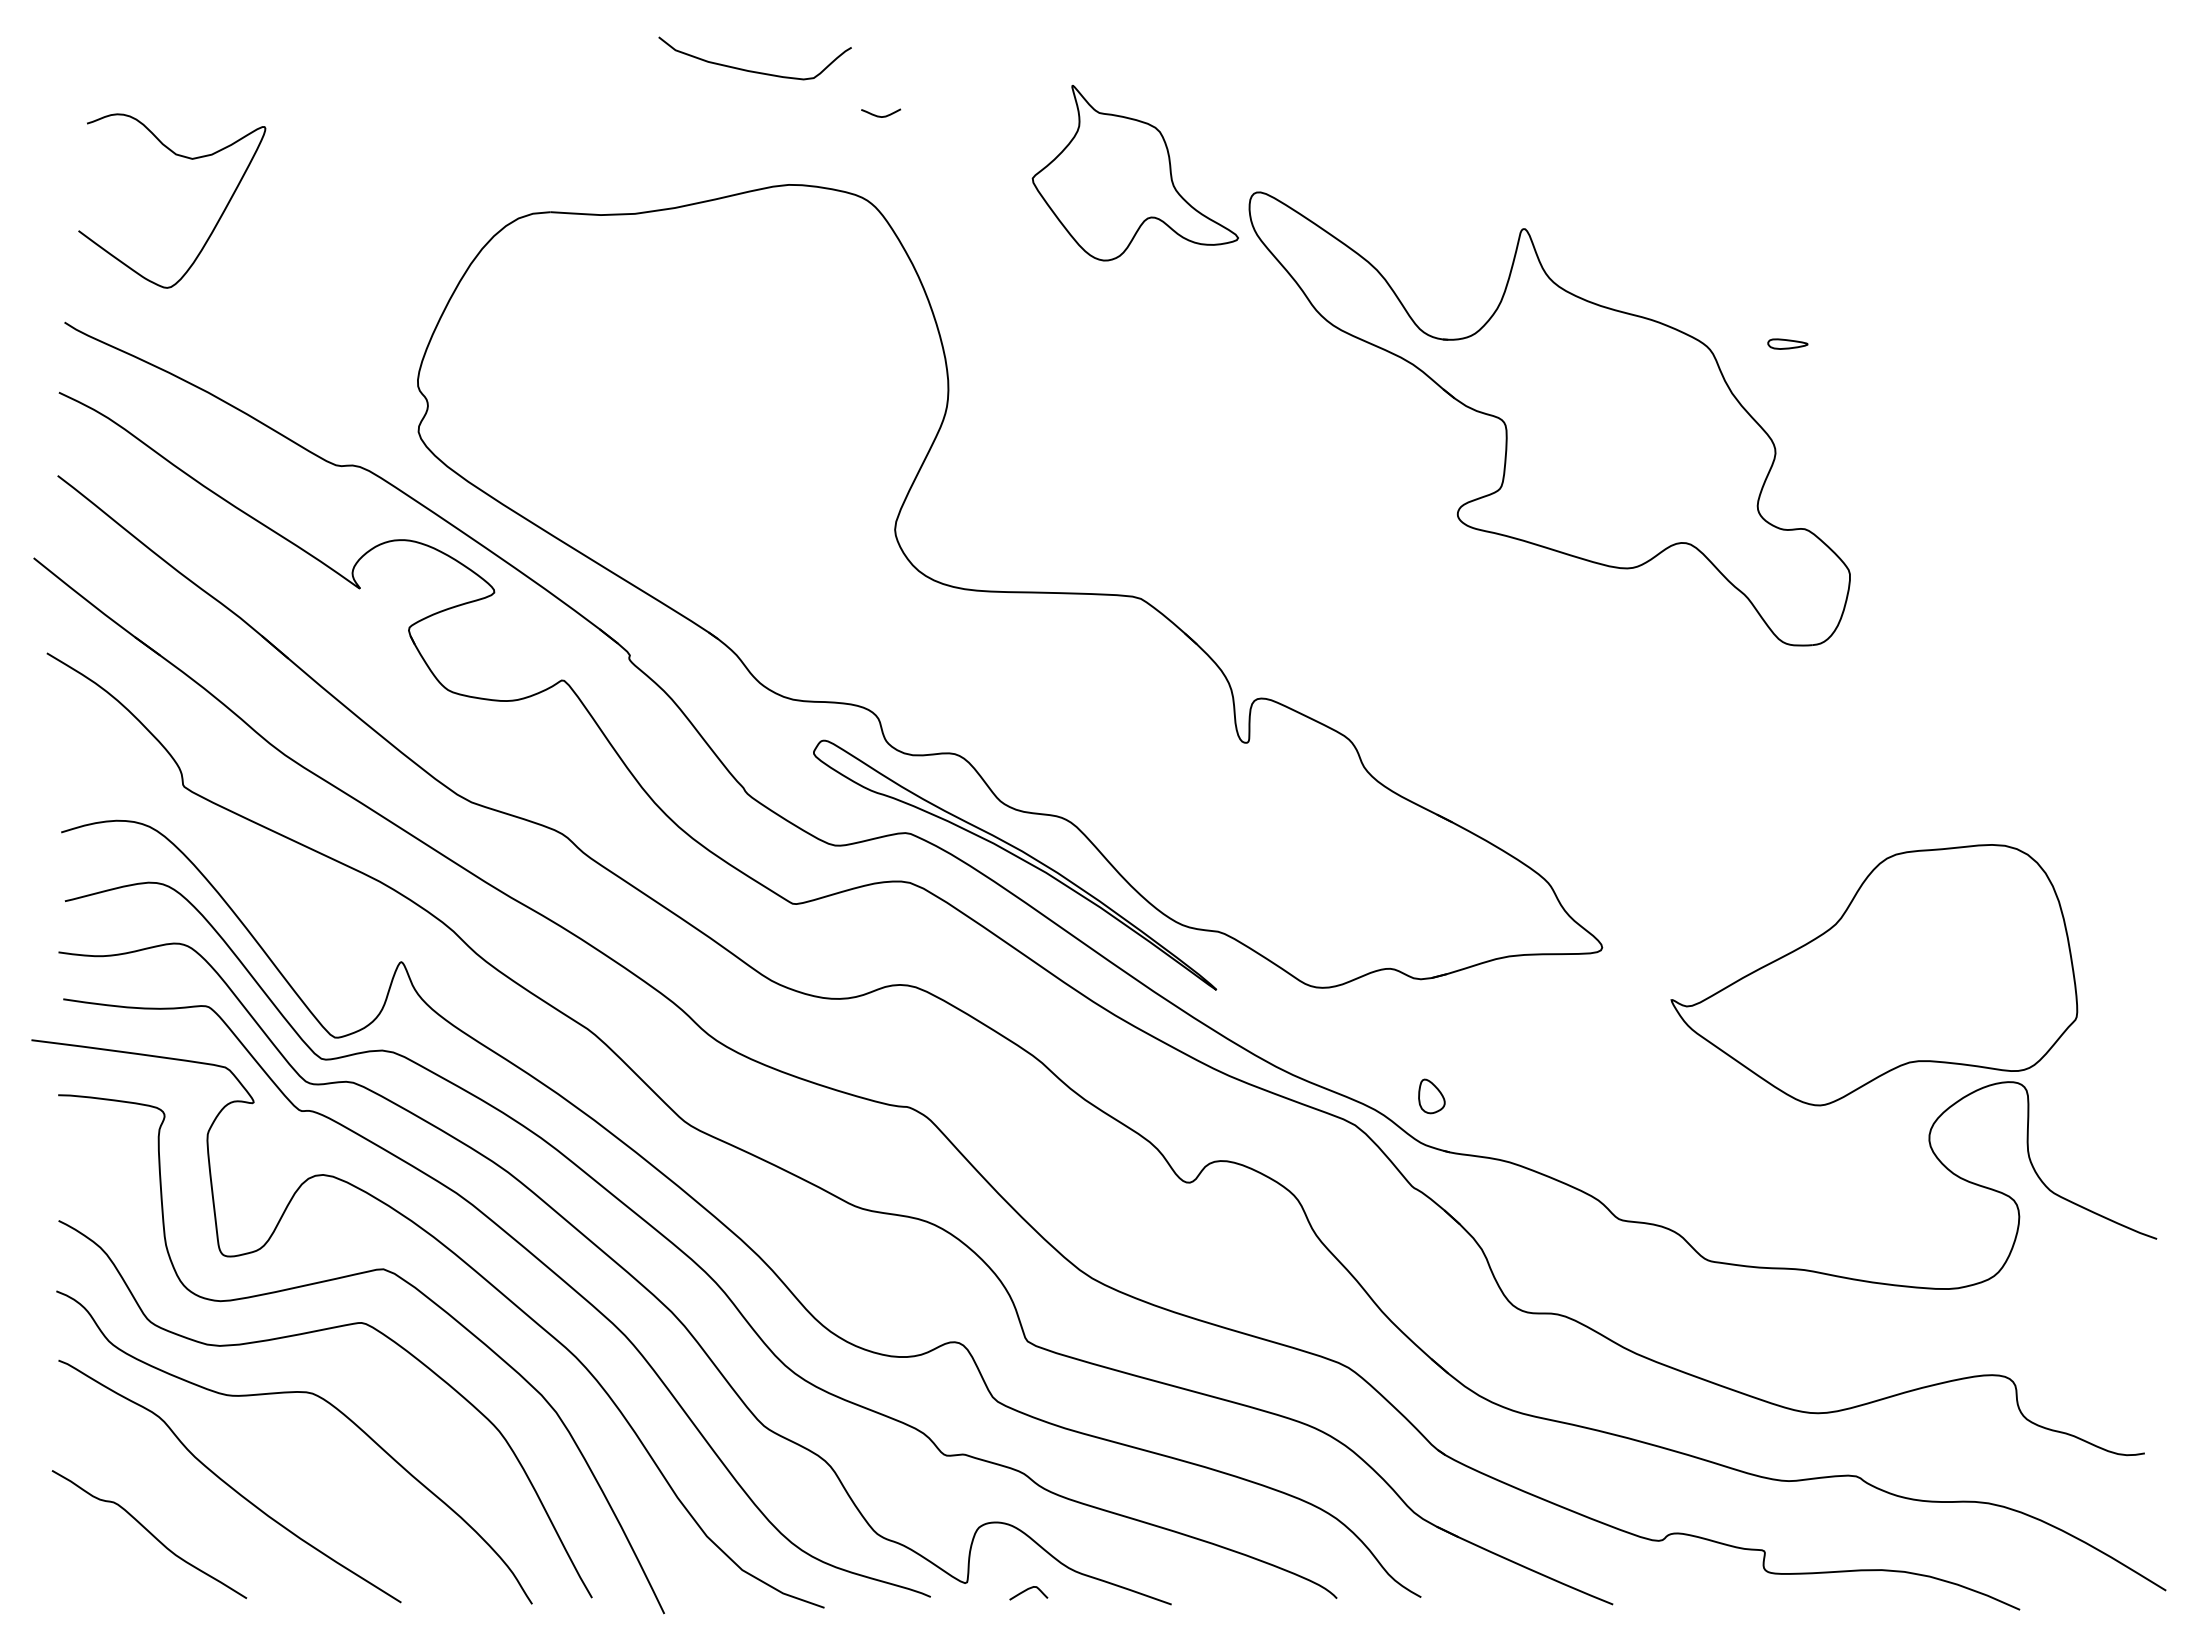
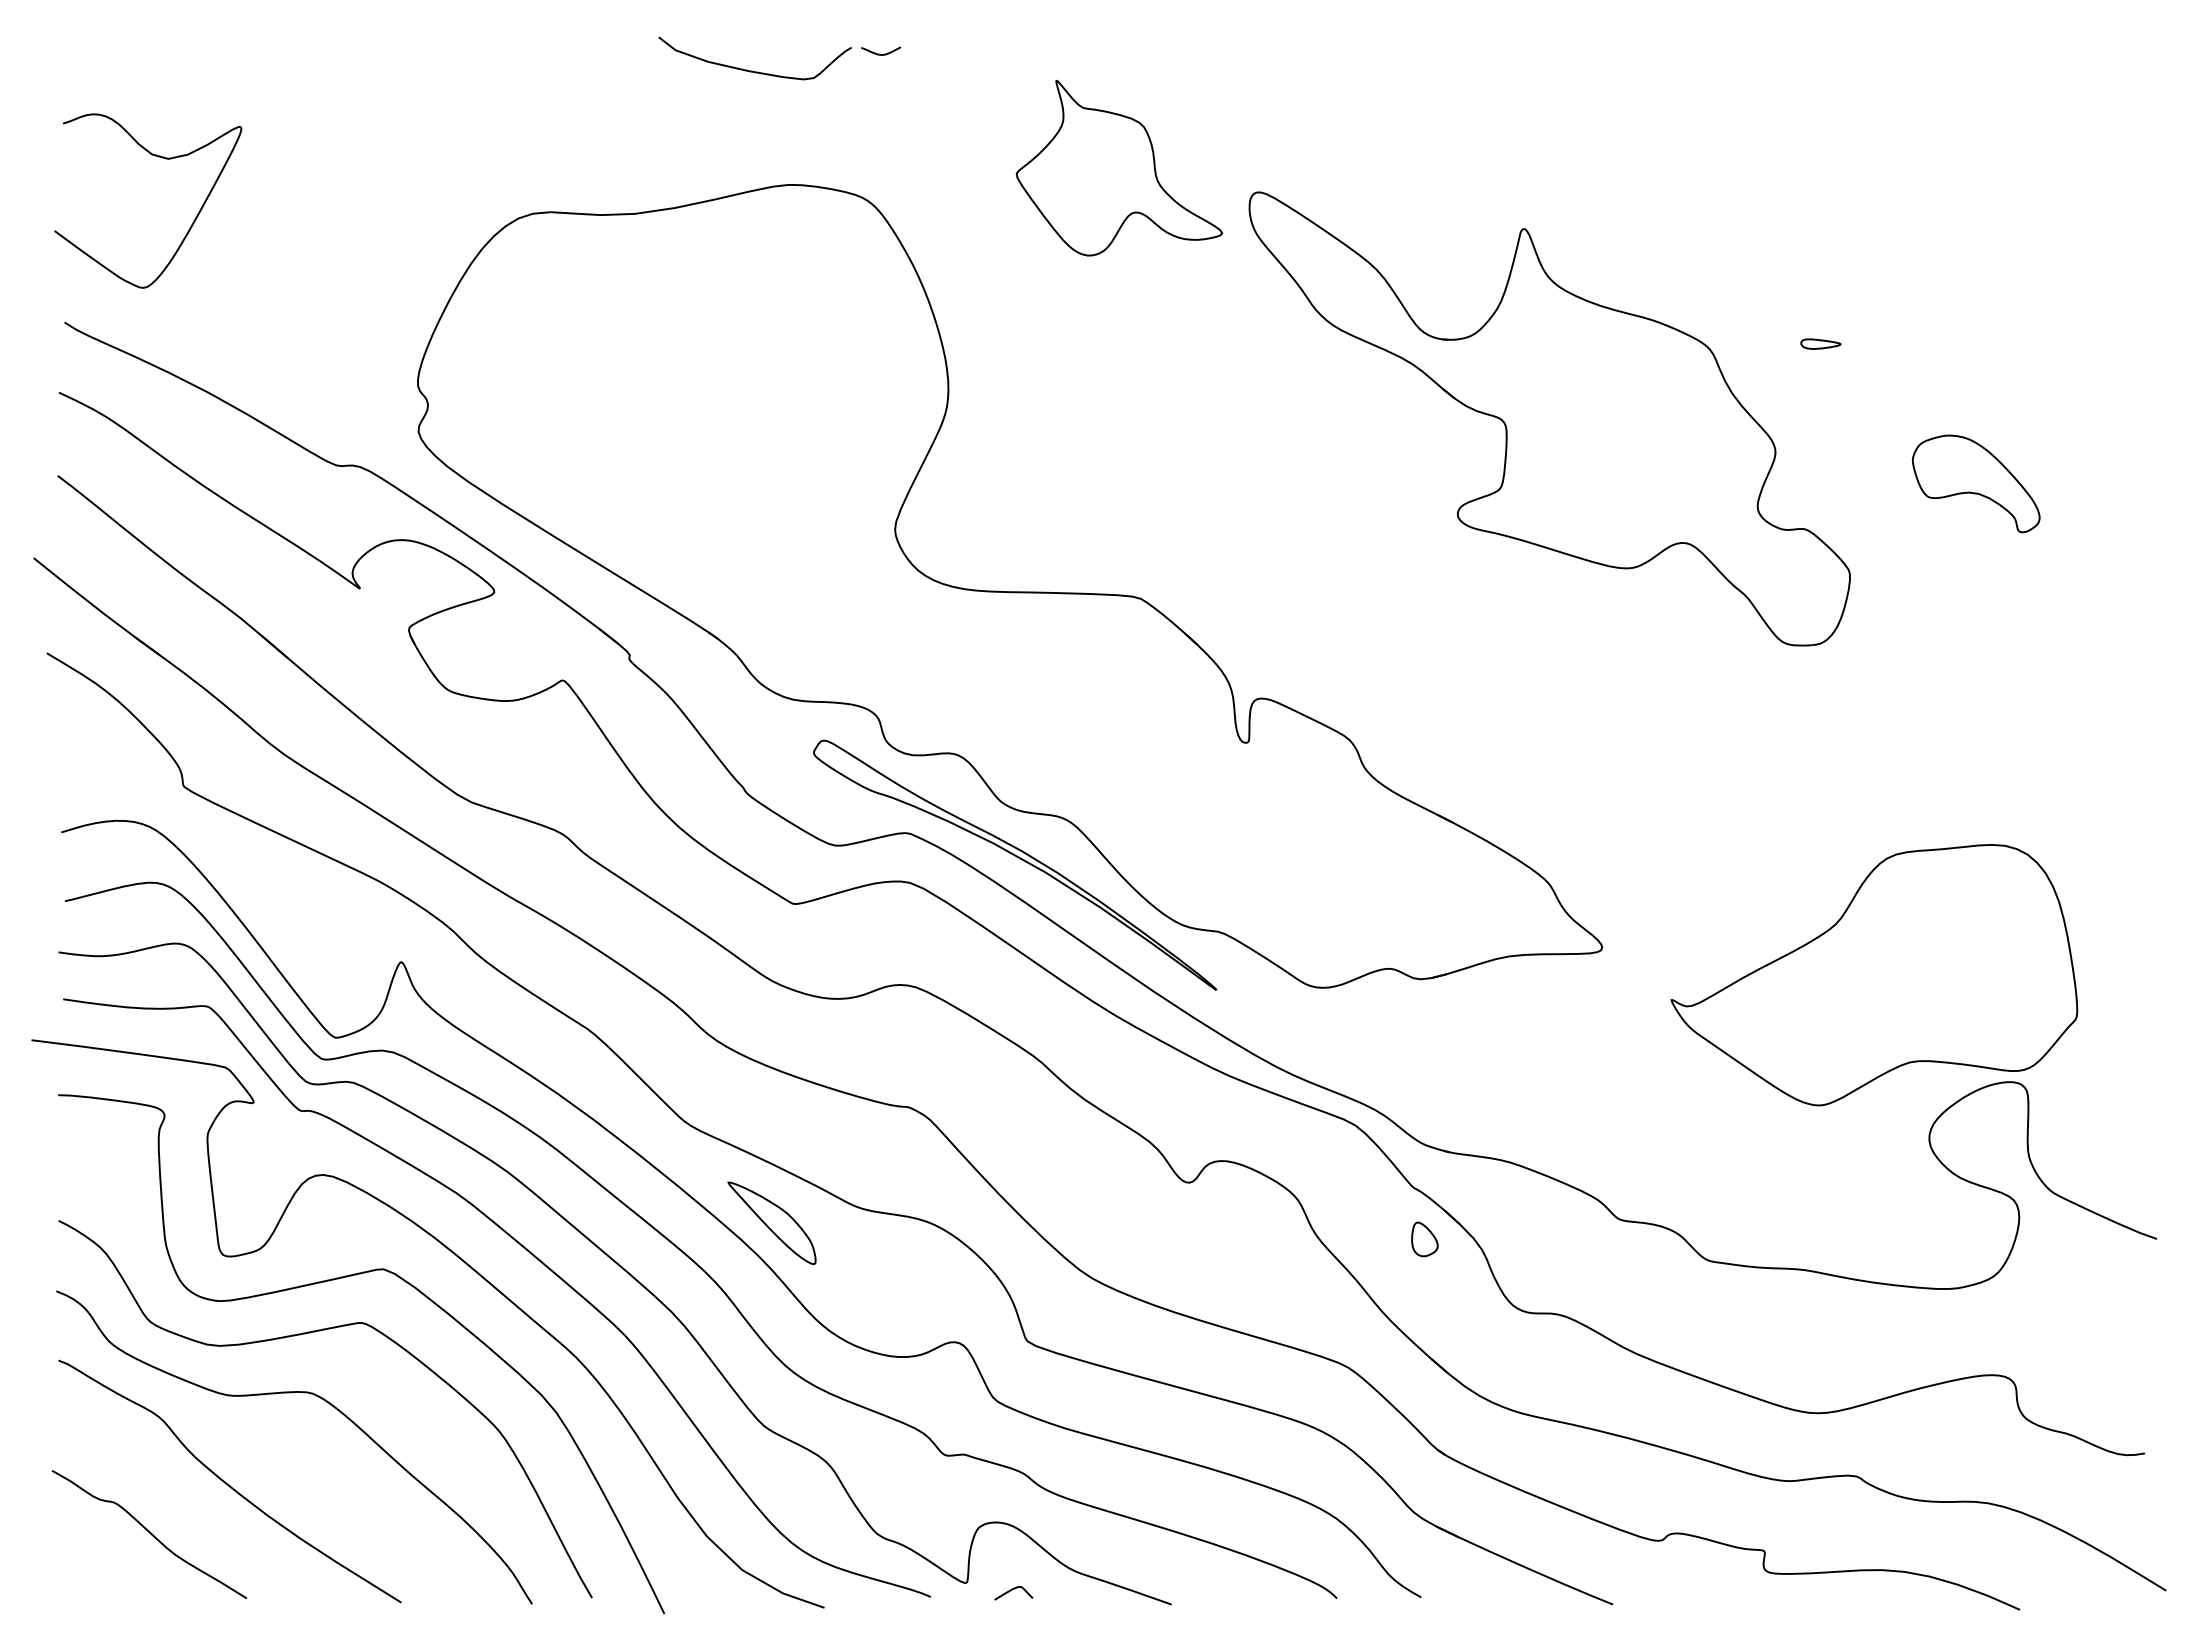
curve at (879, 115) position: (879, 115) -> (879, 53)
curve at (182, 157) position: (182, 157) -> (158, 157)
part at (1134, 173) position: (1134, 173) -> (1118, 168)
part at (1787, 343) position: (1787, 343) -> (1820, 343)
part at (1976, 483): none -> present
part at (1431, 1096) position: (1431, 1096) -> (1424, 1239)
part at (771, 1222): none -> present
curve at (1027, 1590) position: (1027, 1590) -> (1012, 1590)
